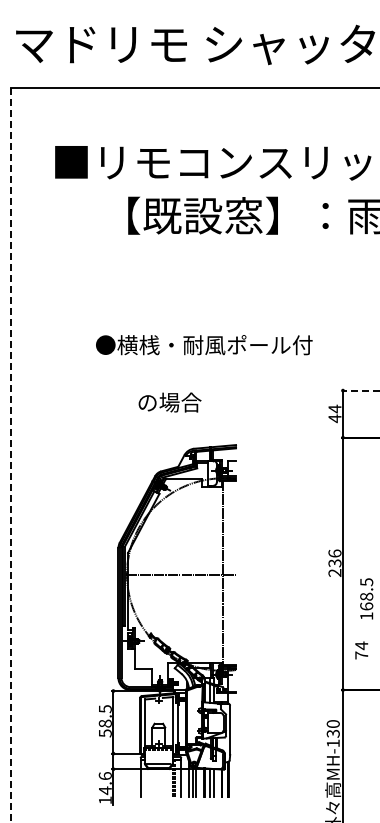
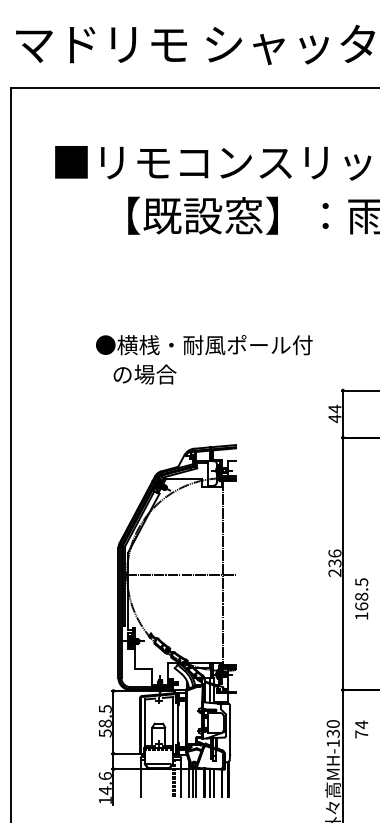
line at (360, 390): dashed -> solid
text at (169, 402) position: (169, 402) -> (144, 374)
line at (11, 455): dashed -> solid
text at (366, 598) position: (366, 598) -> (361, 598)
text at (361, 650) position: (361, 650) -> (361, 729)
